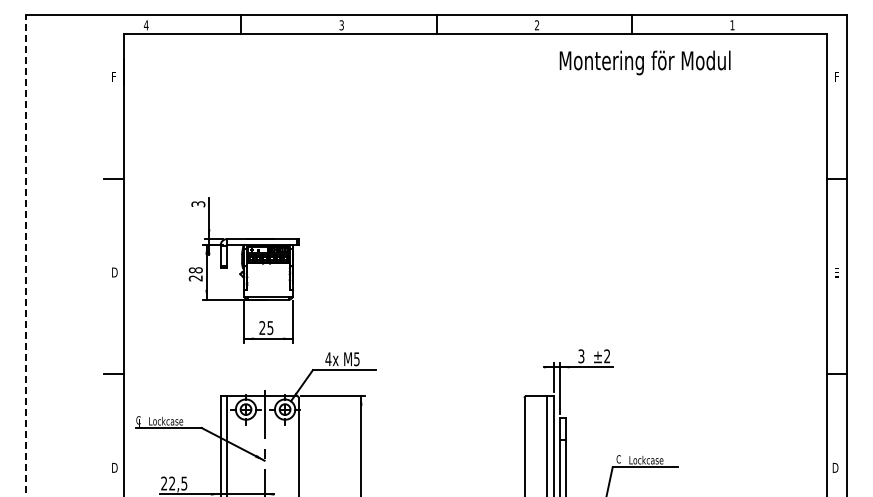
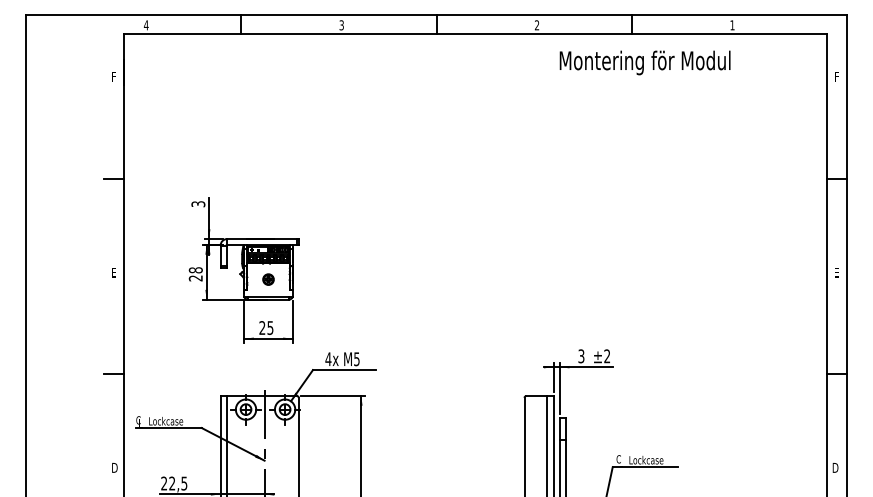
line at (26, 255): dashed -> solid
text at (114, 272): D -> E
part at (268, 279): none -> present
